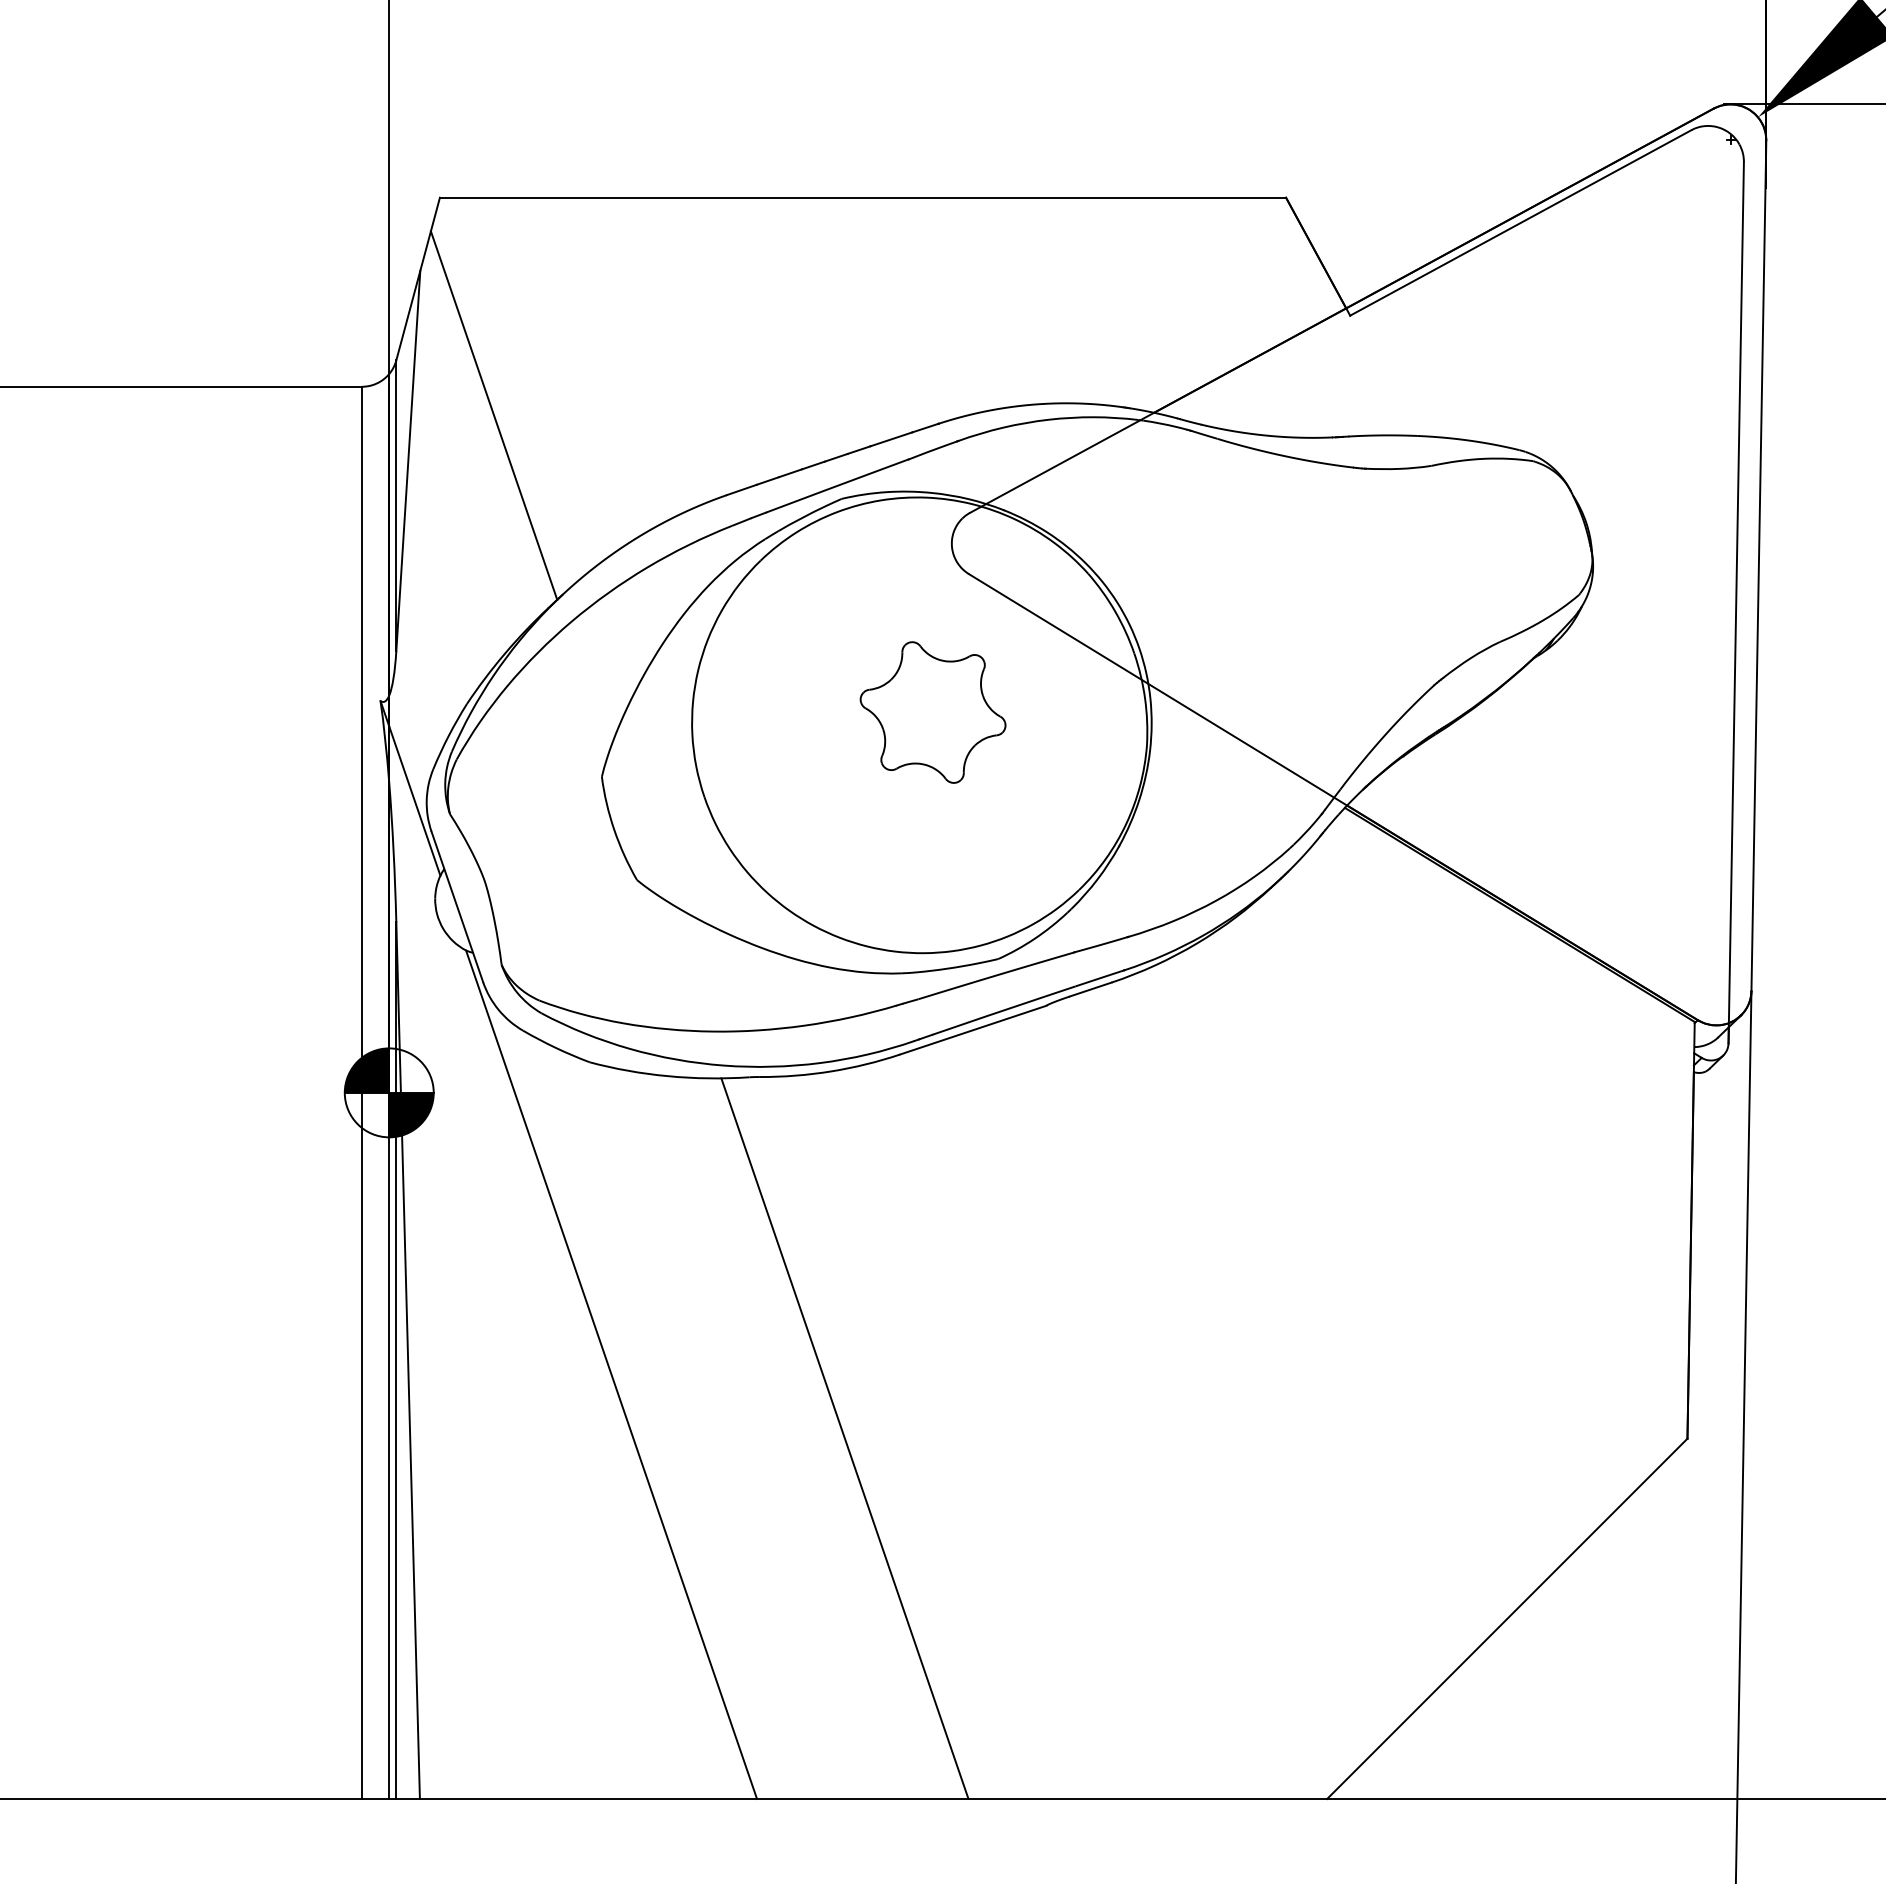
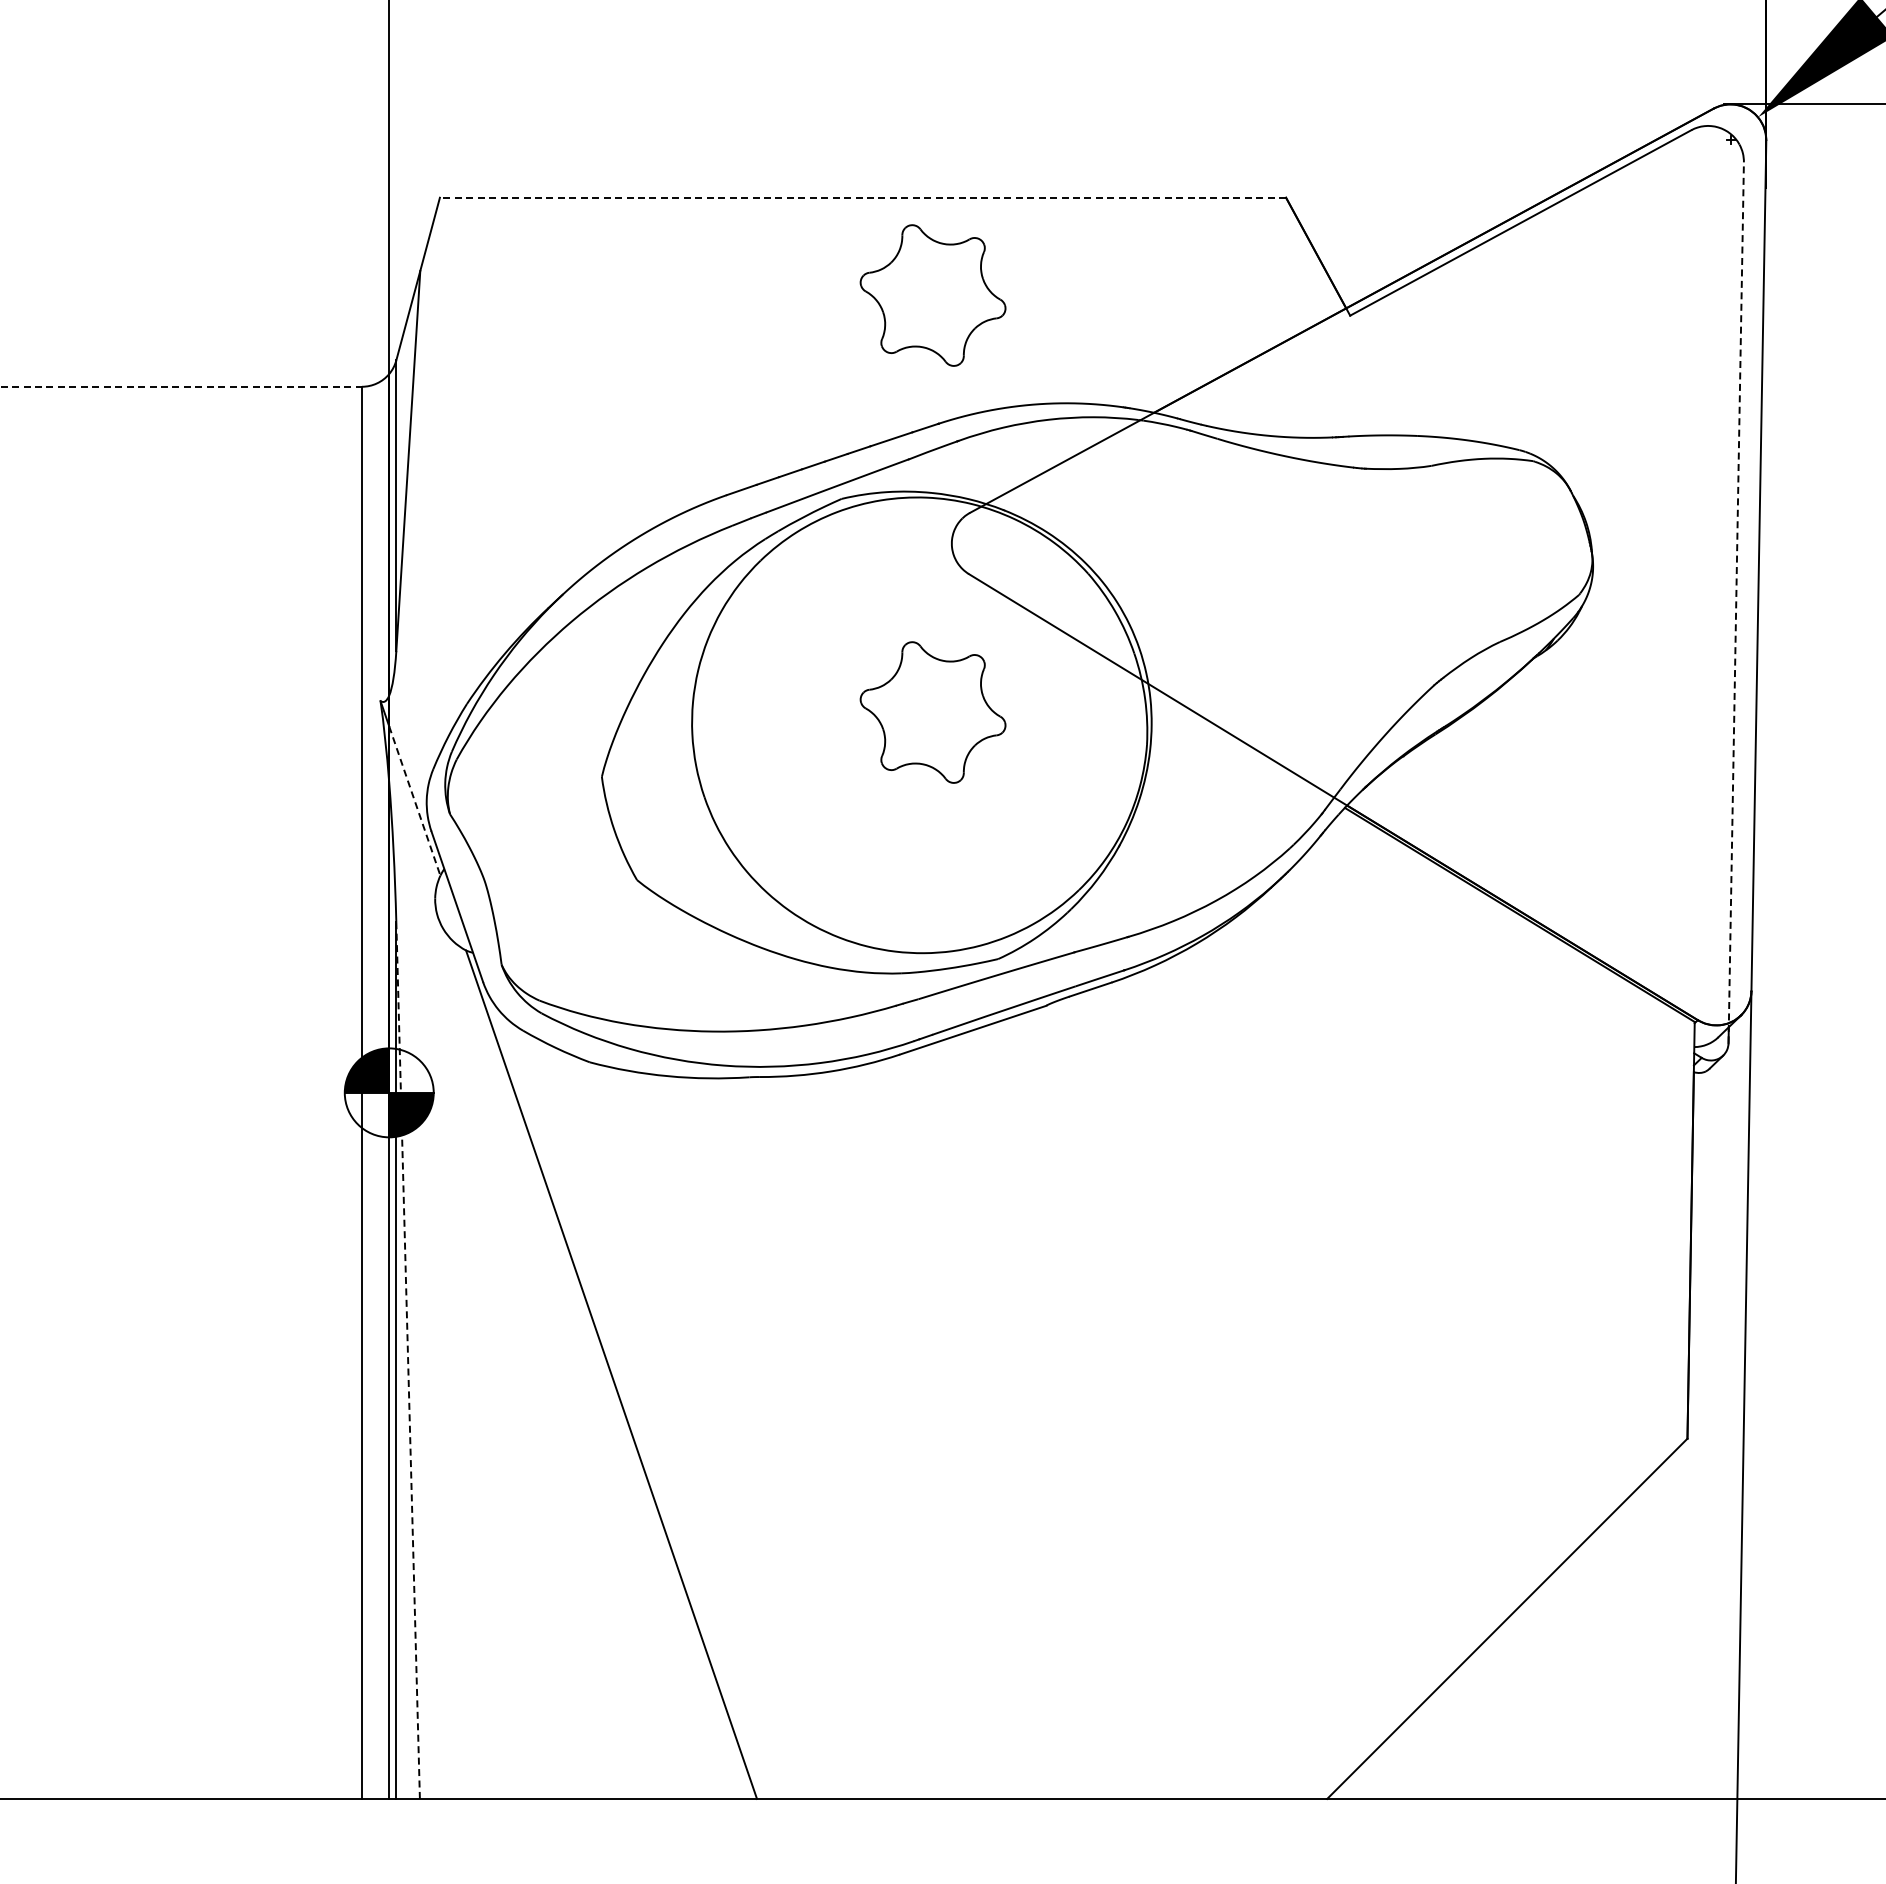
line at (862, 197): solid -> dashed
part at (932, 295): none -> present
line at (181, 386): solid -> dashed
line at (493, 415): present -> none
line at (1736, 602): solid -> dashed
line at (414, 801): solid -> dashed
line at (408, 1360): solid -> dashed
line at (844, 1438): present -> none
